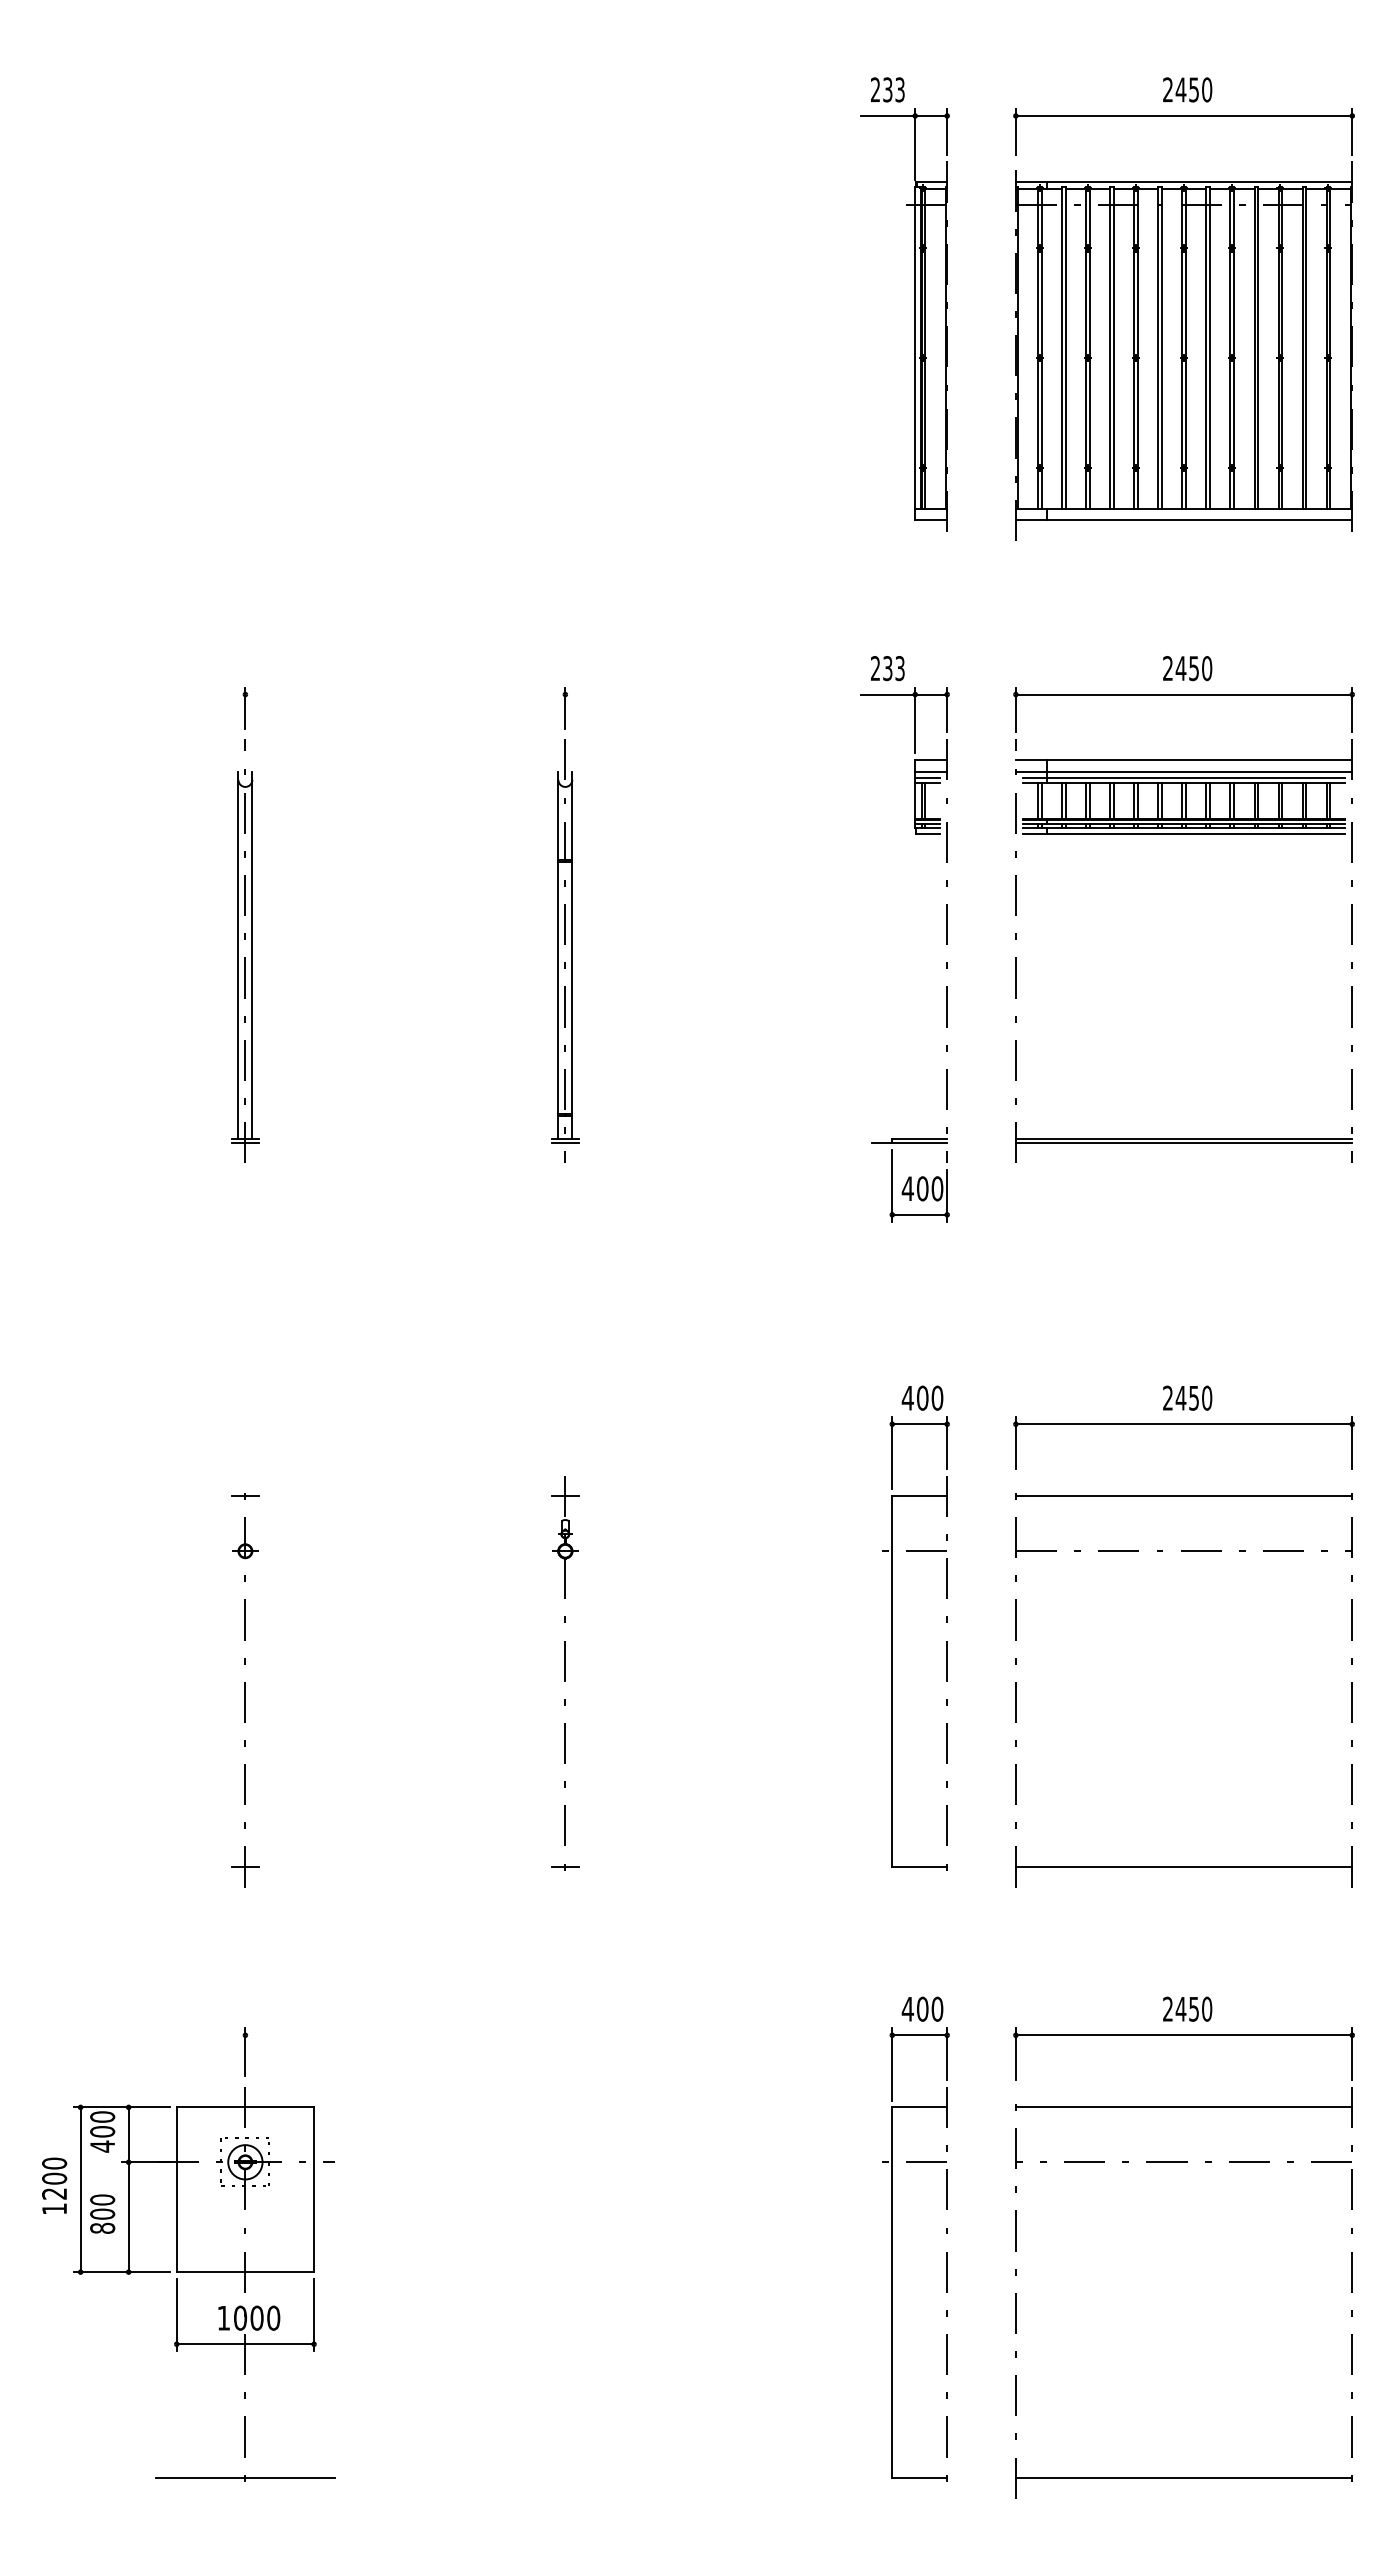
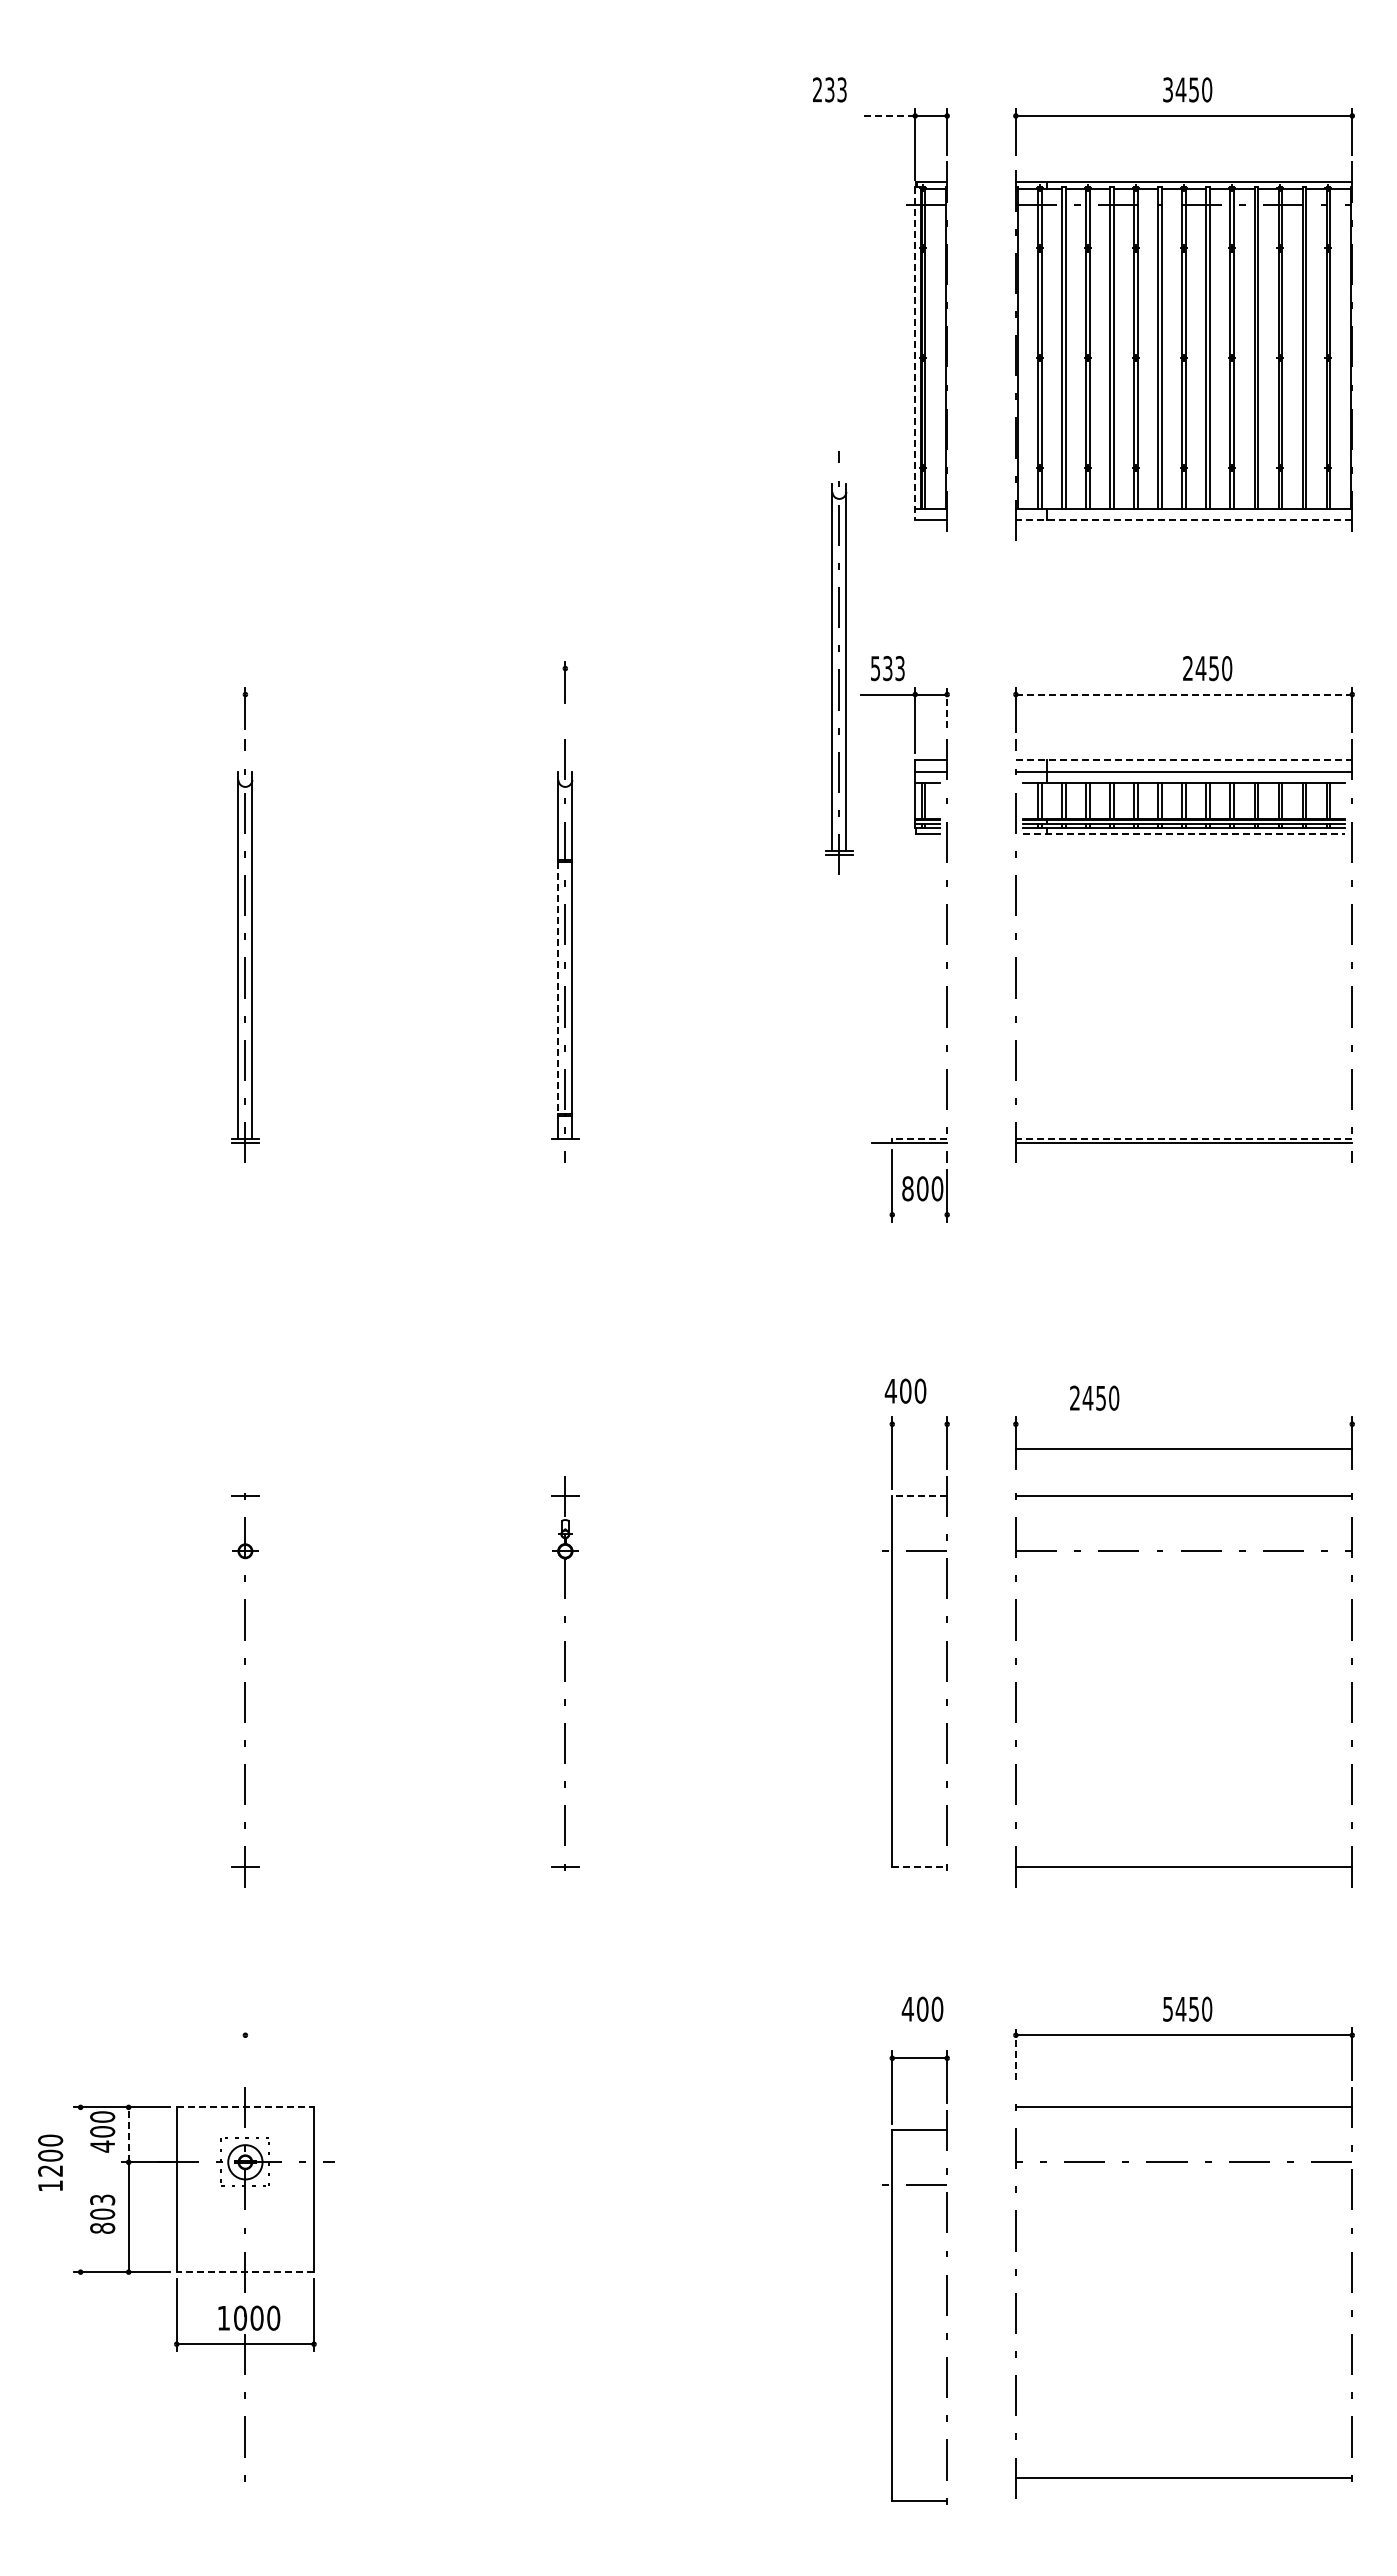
text at (887, 89) position: (887, 89) -> (829, 89)
text at (1167, 89): 2450 -> 3450
line at (888, 115): solid -> dashed
line at (915, 353): solid -> dashed
line at (1183, 520): solid -> dashed
part at (839, 662): none -> present
text at (875, 668): 233 -> 533
text at (1187, 668) position: (1187, 668) -> (1207, 668)
line at (1184, 694): solid -> dashed
part at (564, 708) position: (564, 708) -> (564, 682)
line at (947, 710): solid -> dashed
line at (1184, 759): solid -> dashed
line at (927, 777): present -> none
line at (1183, 777): present -> none
line at (1184, 834): solid -> dashed
line at (558, 988): solid -> dashed
line at (919, 1138): solid -> dashed
line at (1183, 1138): solid -> dashed
line at (565, 1142): present -> none
text at (907, 1188): 400 -> 800
line at (919, 1214): present -> none
text at (922, 1397) position: (922, 1397) -> (905, 1390)
text at (1187, 1397) position: (1187, 1397) -> (1094, 1397)
line at (919, 1424): present -> none
line at (1183, 1424) position: (1183, 1424) -> (1183, 1449)
line at (919, 1496): solid -> dashed
line at (920, 1867): solid -> dashed
text at (1167, 2008): 2450 -> 5450
line at (245, 2052): present -> none
line at (1015, 2054): solid -> dashed
line at (245, 2107): solid -> dashed
line at (128, 2134): solid -> dashed
text at (54, 2185) position: (54, 2185) -> (50, 2162)
line at (80, 2189): present -> none
text at (102, 2199): 800 -> 803
part at (892, 2254) position: (892, 2254) -> (892, 2277)
line at (245, 2272): solid -> dashed
line at (245, 2478): present -> none
